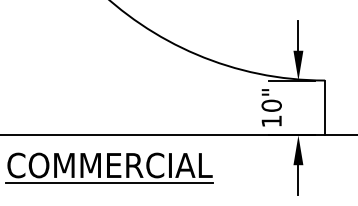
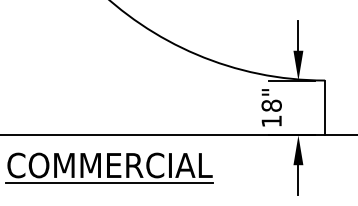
text at (271, 105): 10" -> 18"
